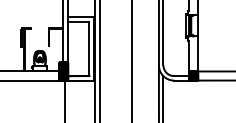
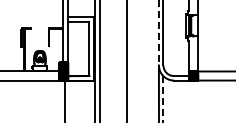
line at (158, 33): solid -> dashed
line at (131, 60) position: (131, 60) -> (126, 60)
line at (163, 99): solid -> dashed
